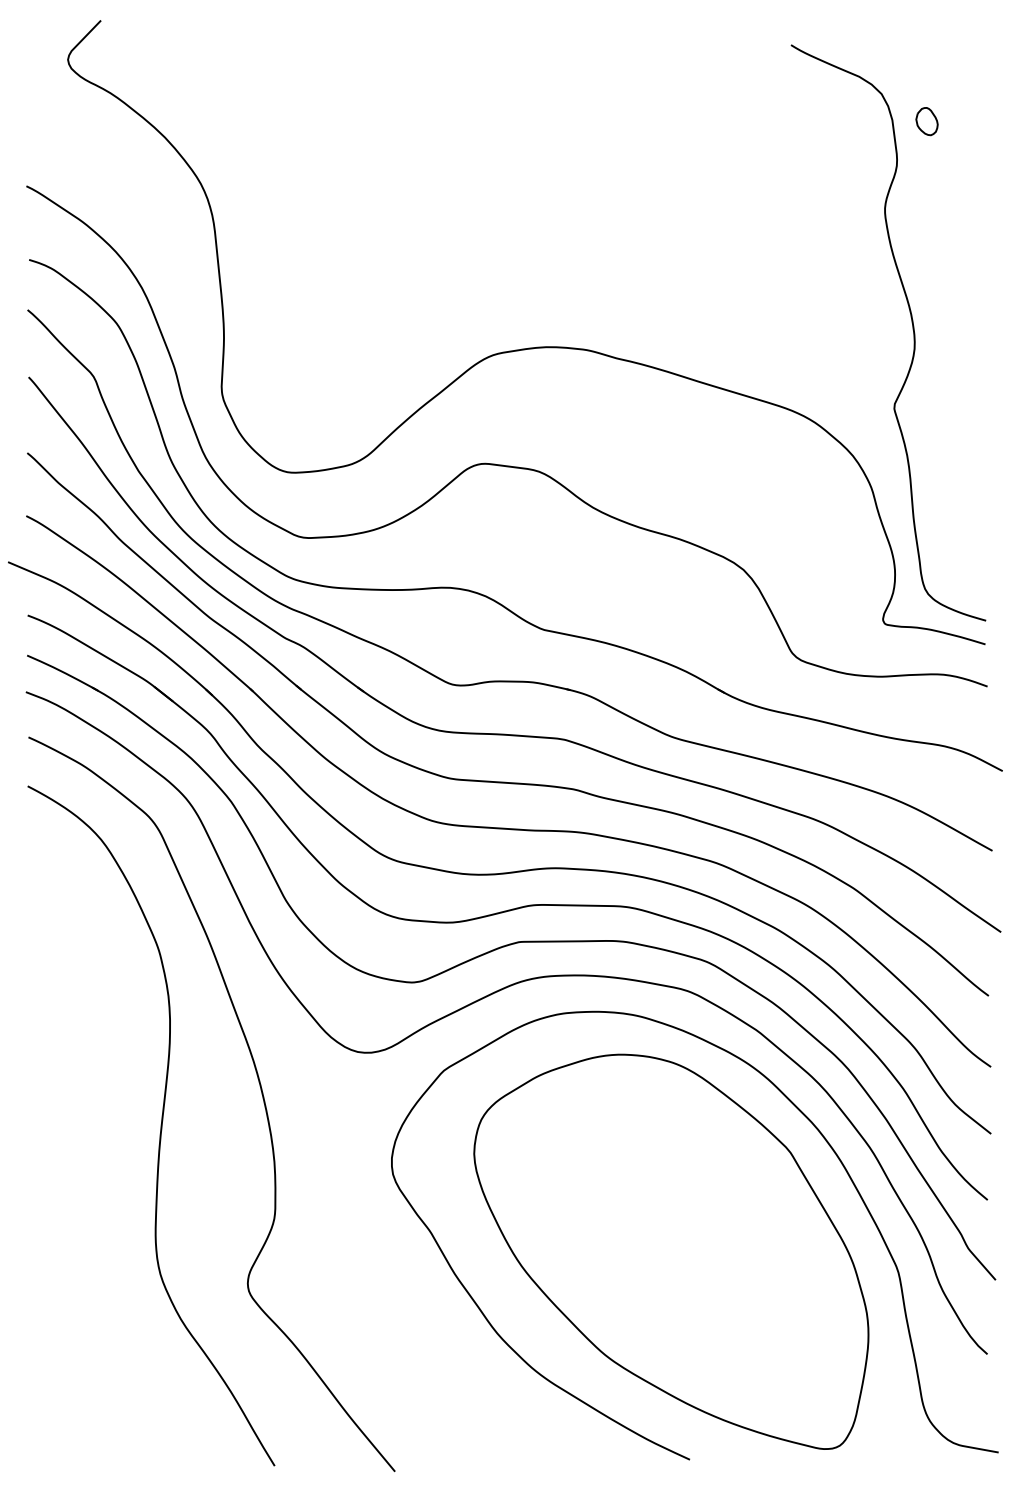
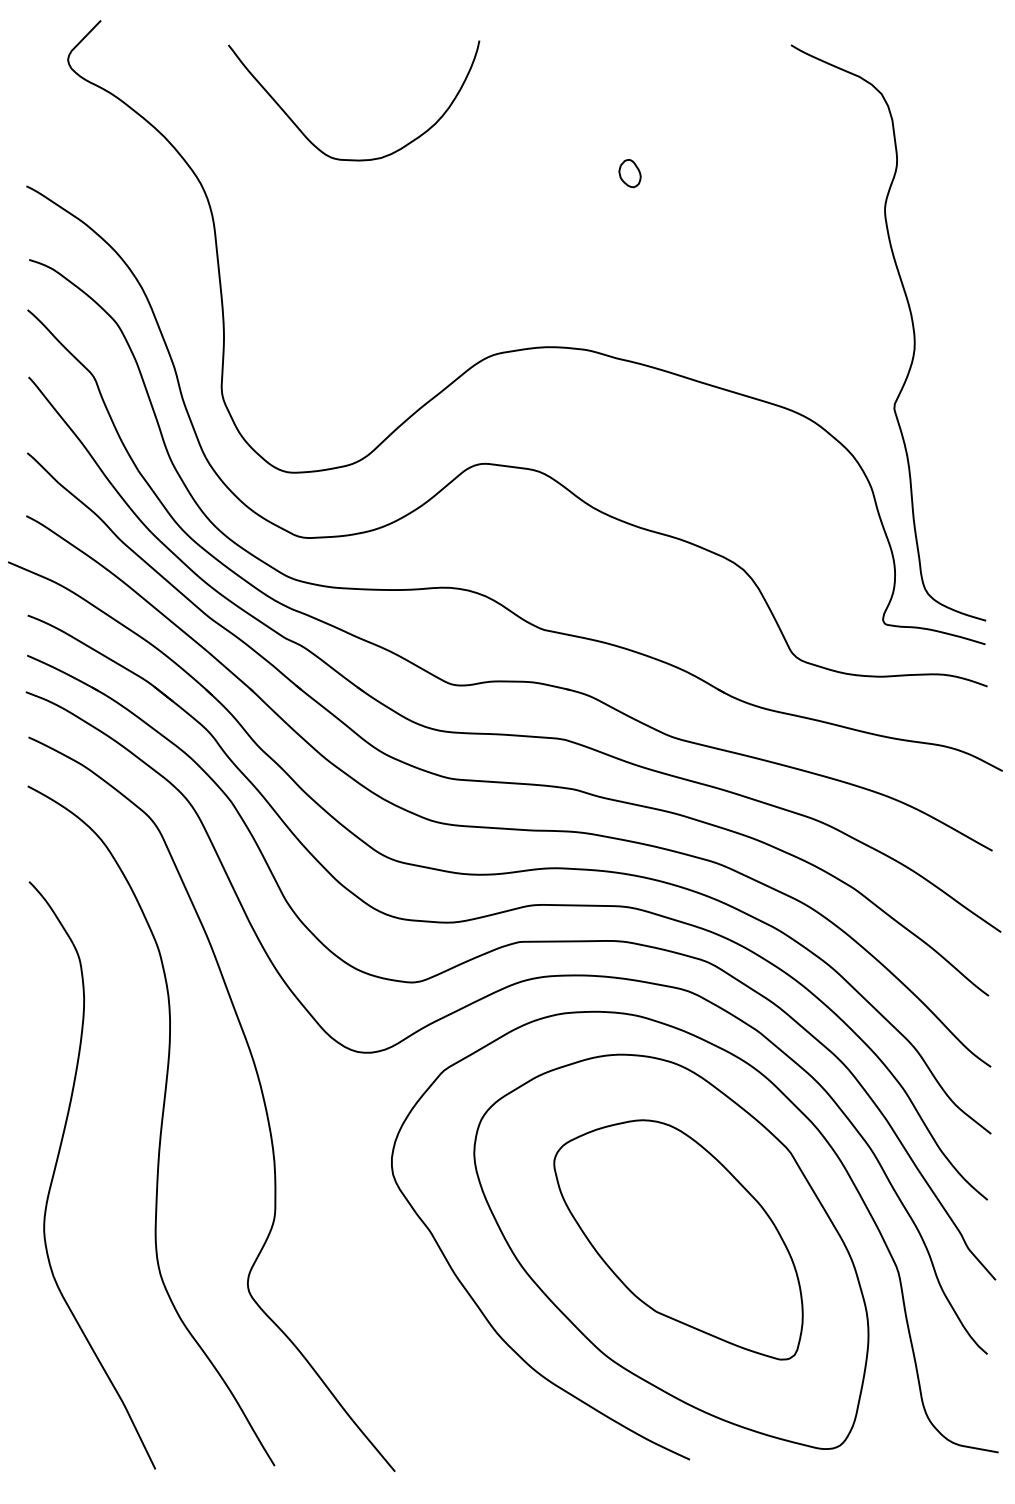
part at (926, 121) position: (926, 121) -> (629, 173)
curve at (354, 159): none -> present
part at (56, 1167): none -> present
part at (678, 1239): none -> present
